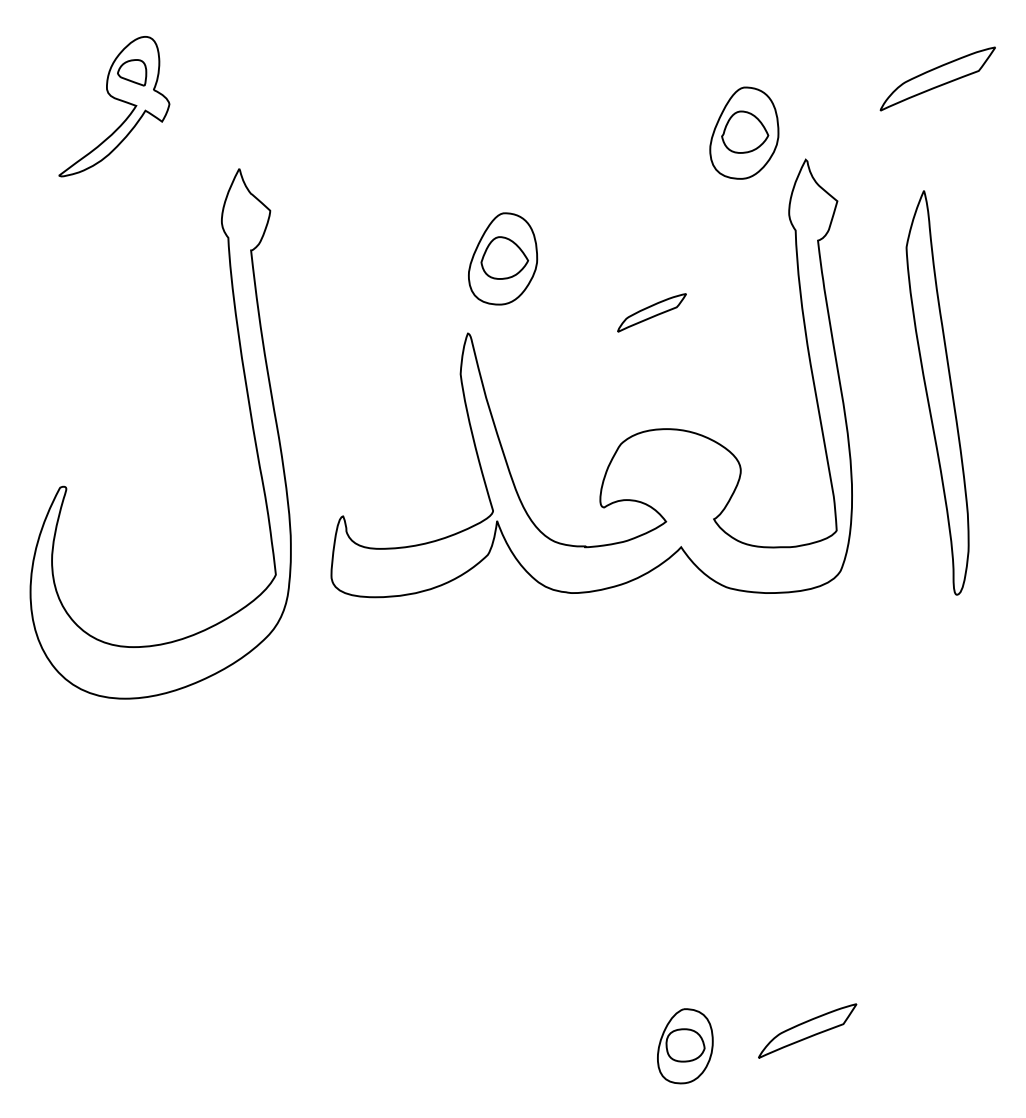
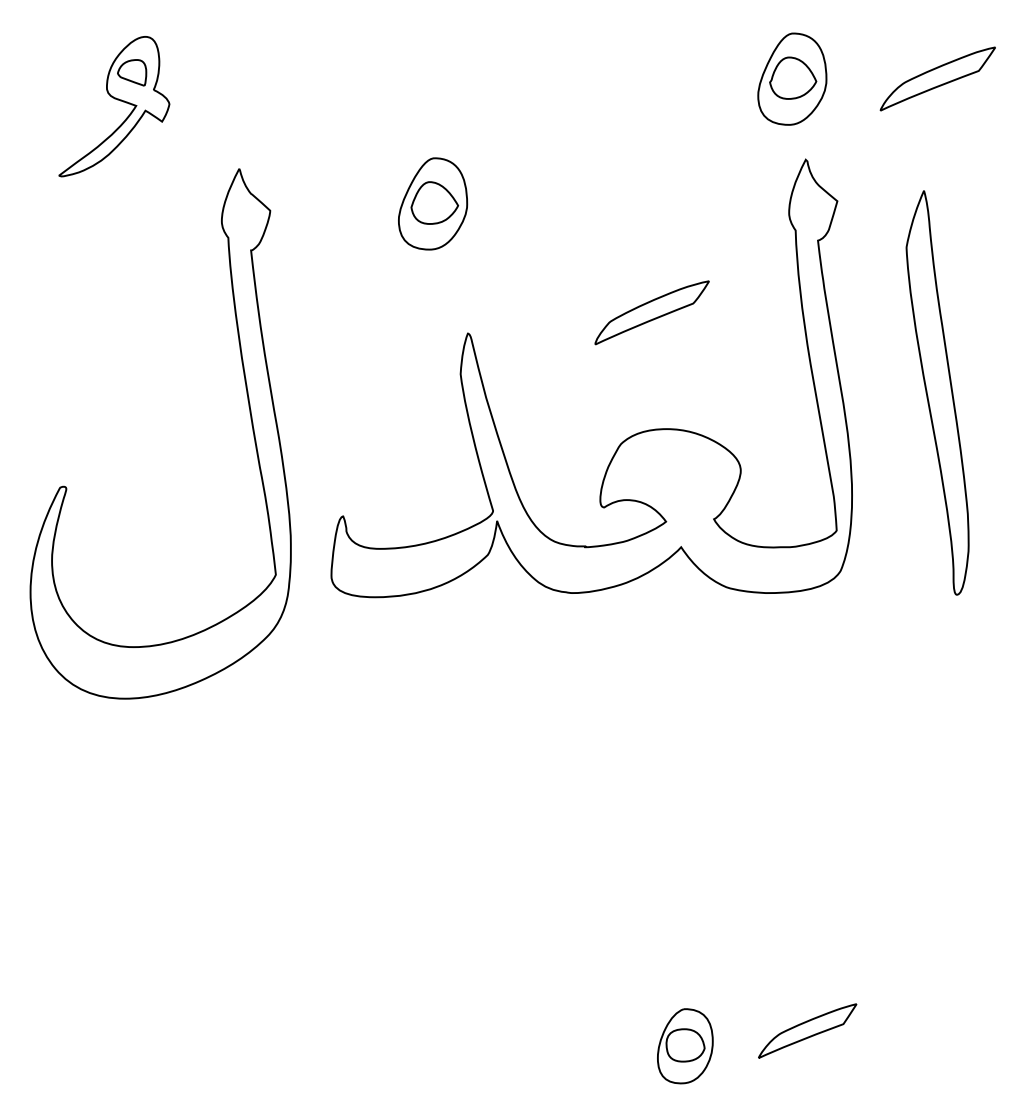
part at (744, 132) position: (744, 132) -> (792, 78)
part at (503, 258) position: (503, 258) -> (433, 203)
part at (651, 312) size: 70x40 px -> 116x66 px
